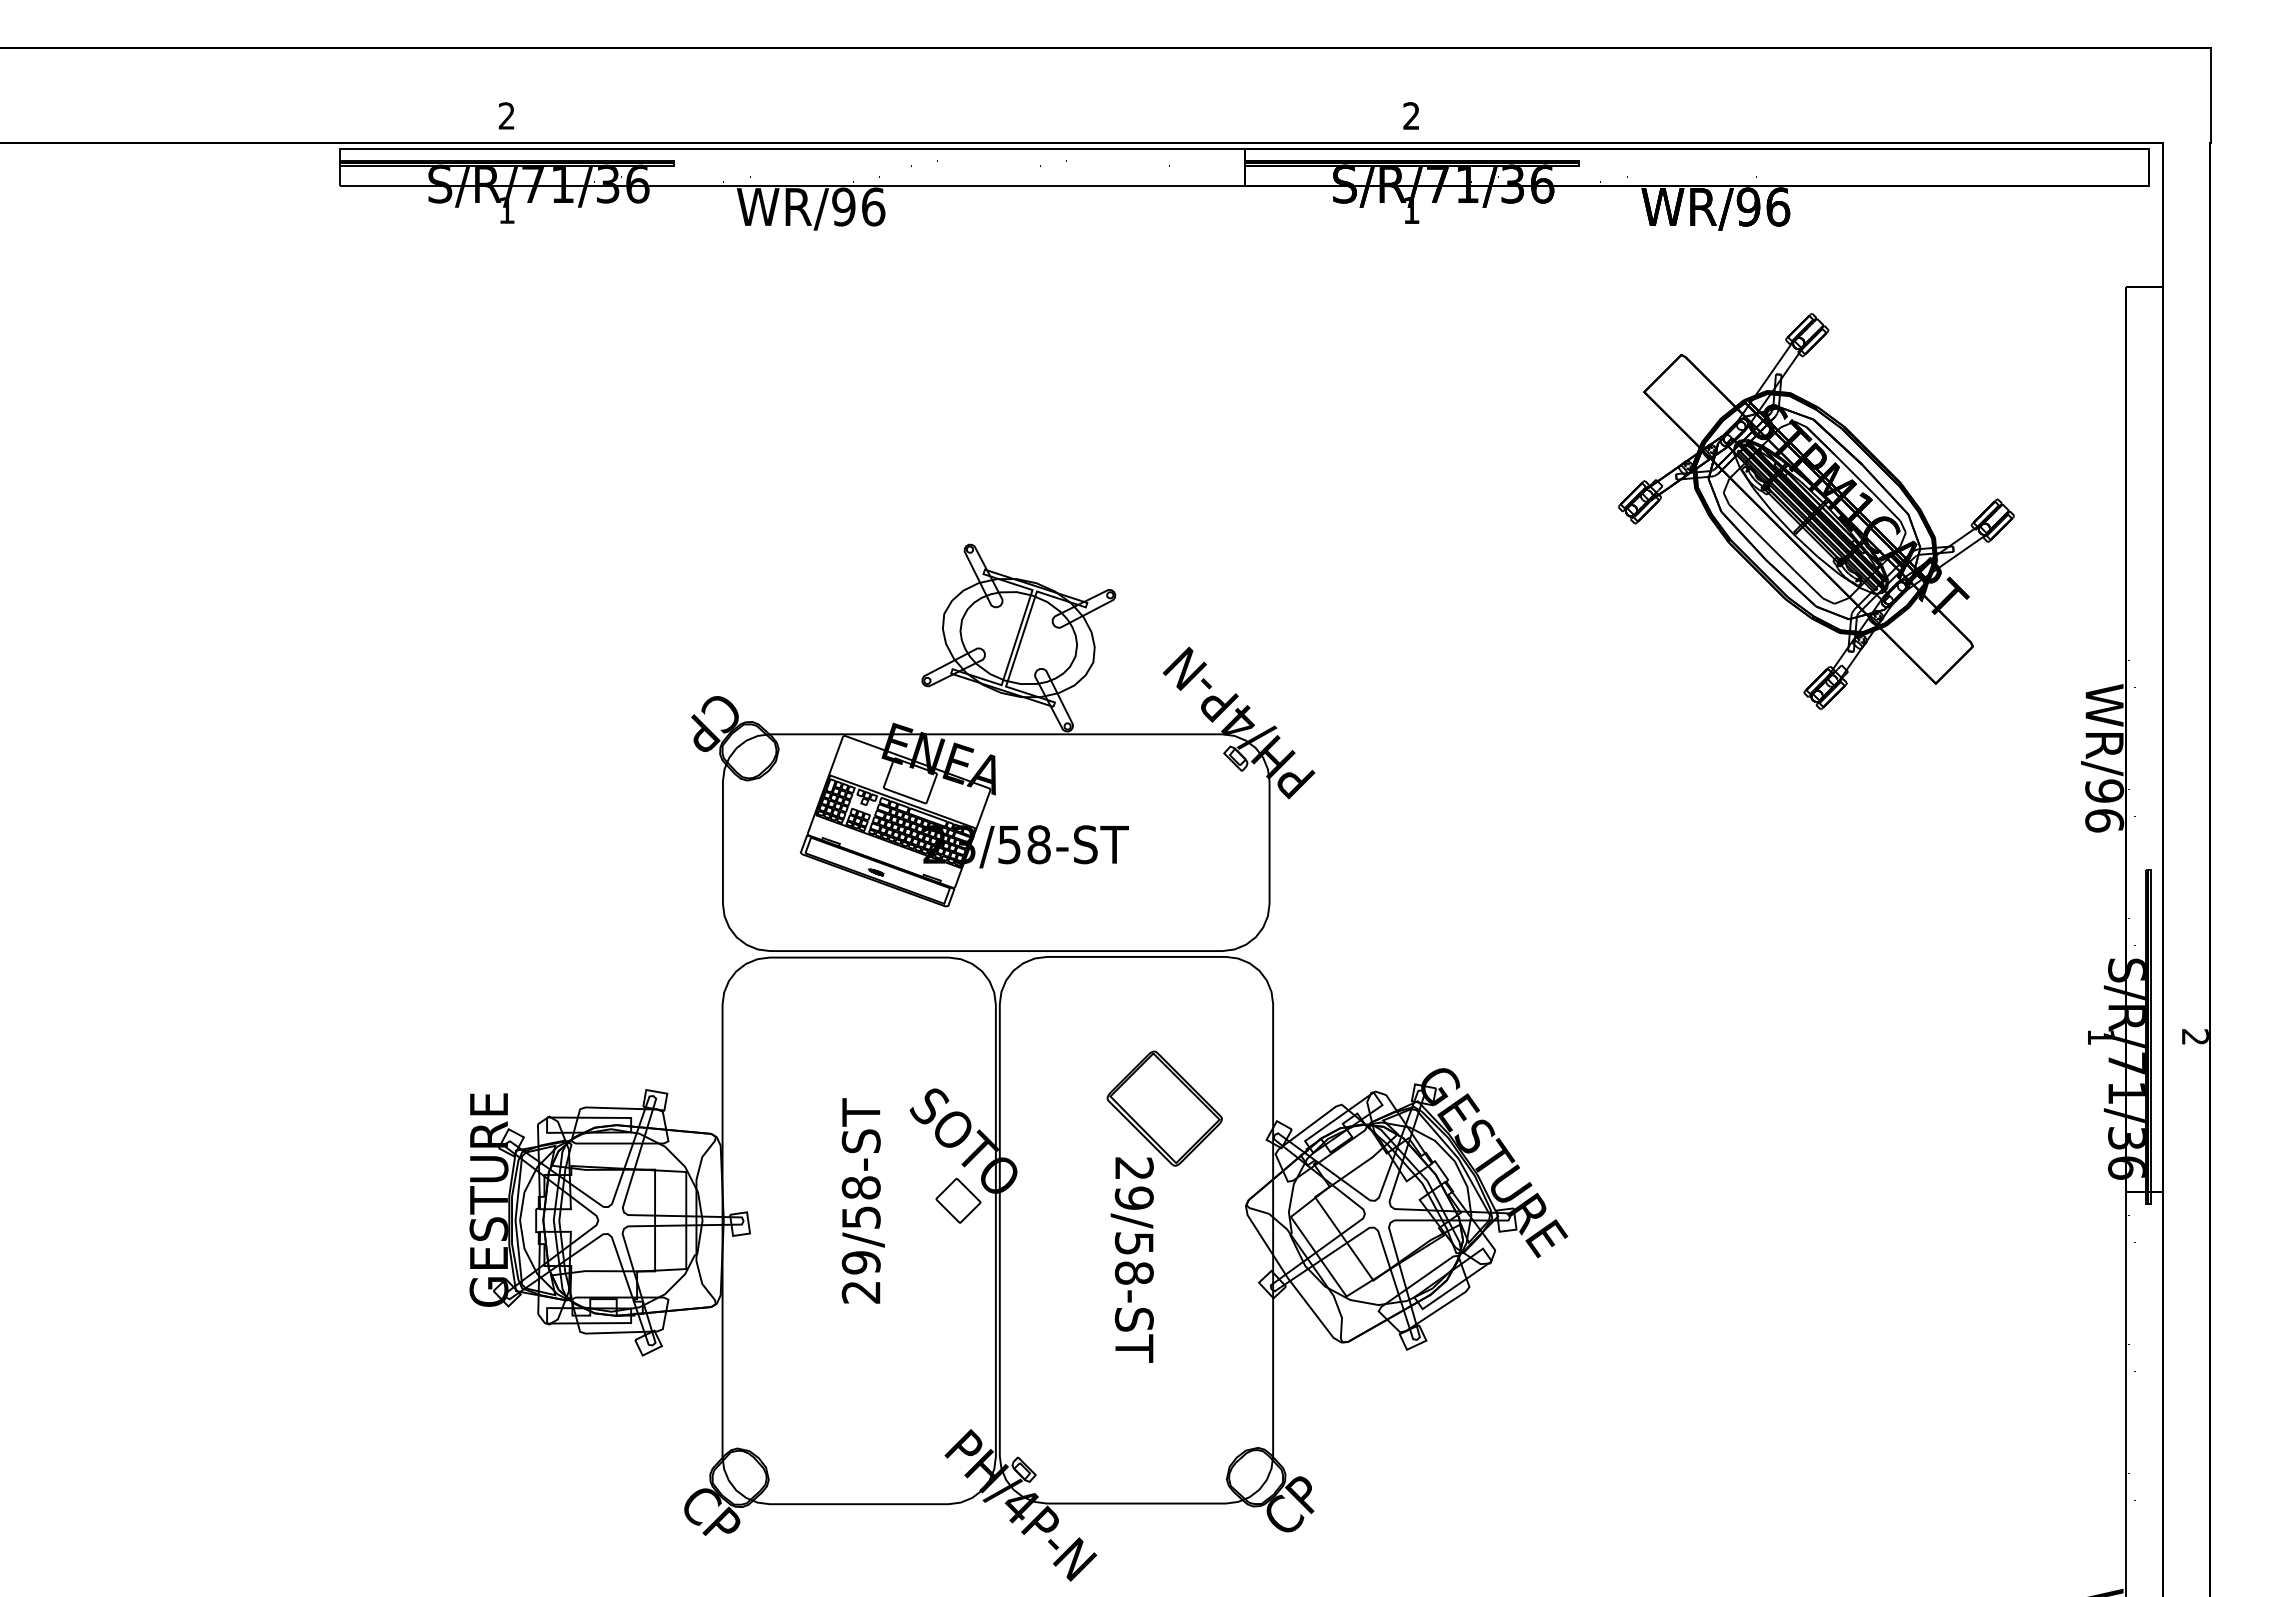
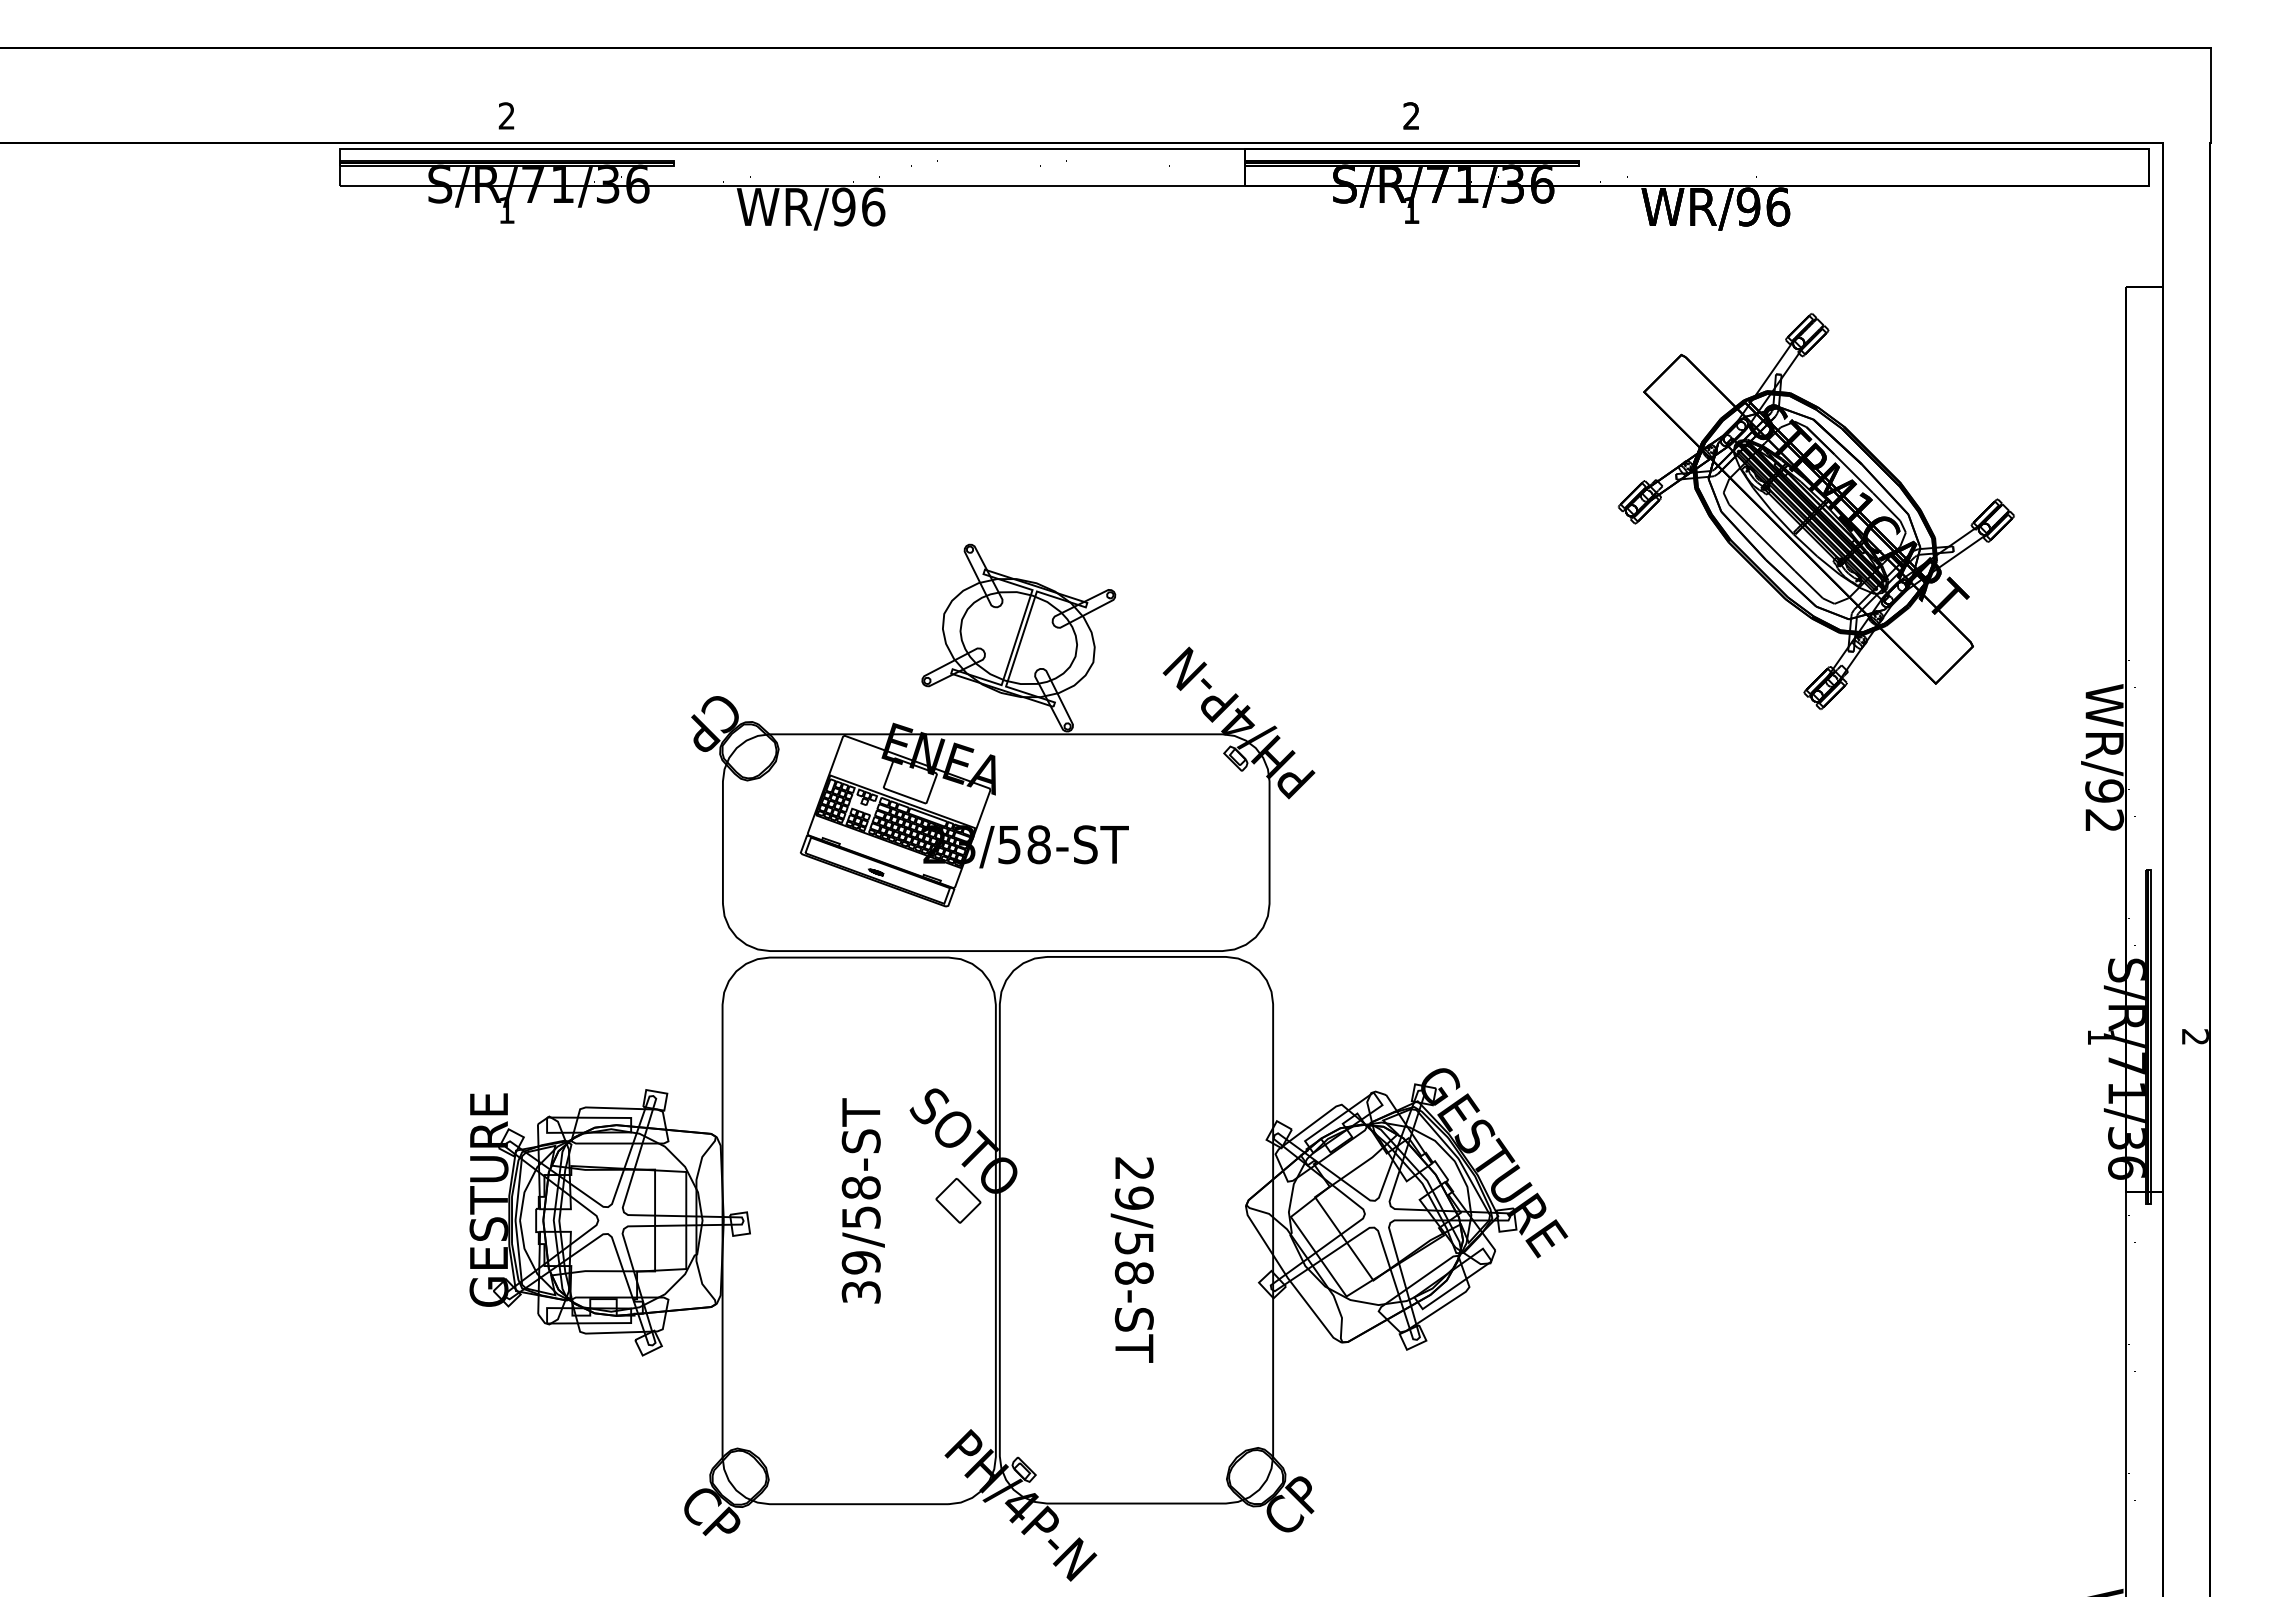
text at (2104, 820): WR/96 -> WR/92
part at (1164, 1108): present -> none
text at (861, 1292): 29/58-ST -> 39/58-ST
